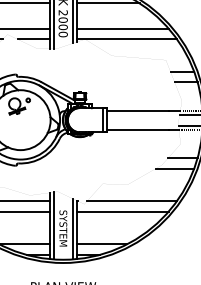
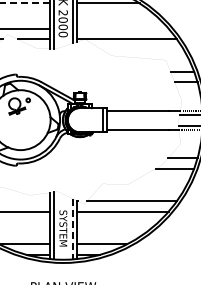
line at (25, 3): solid -> dashed
line at (122, 28): present -> none
line at (25, 201): present -> none
line at (72, 229): solid -> dashed
